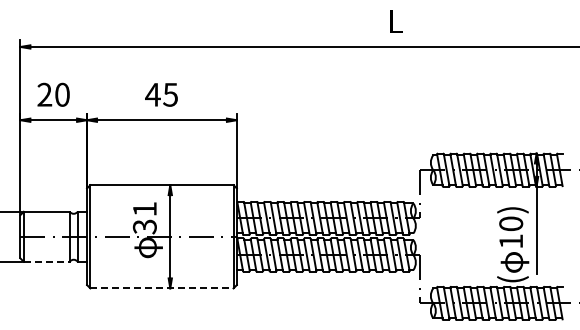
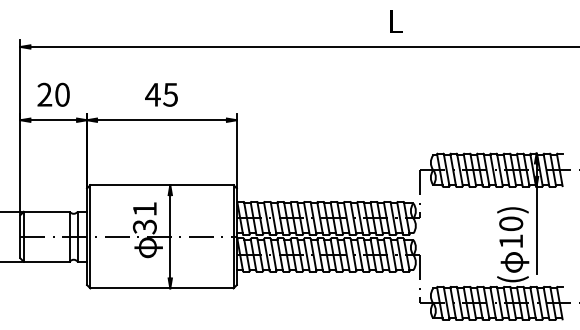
line at (46, 261): dashed -> solid
line at (161, 288): dashed -> solid
